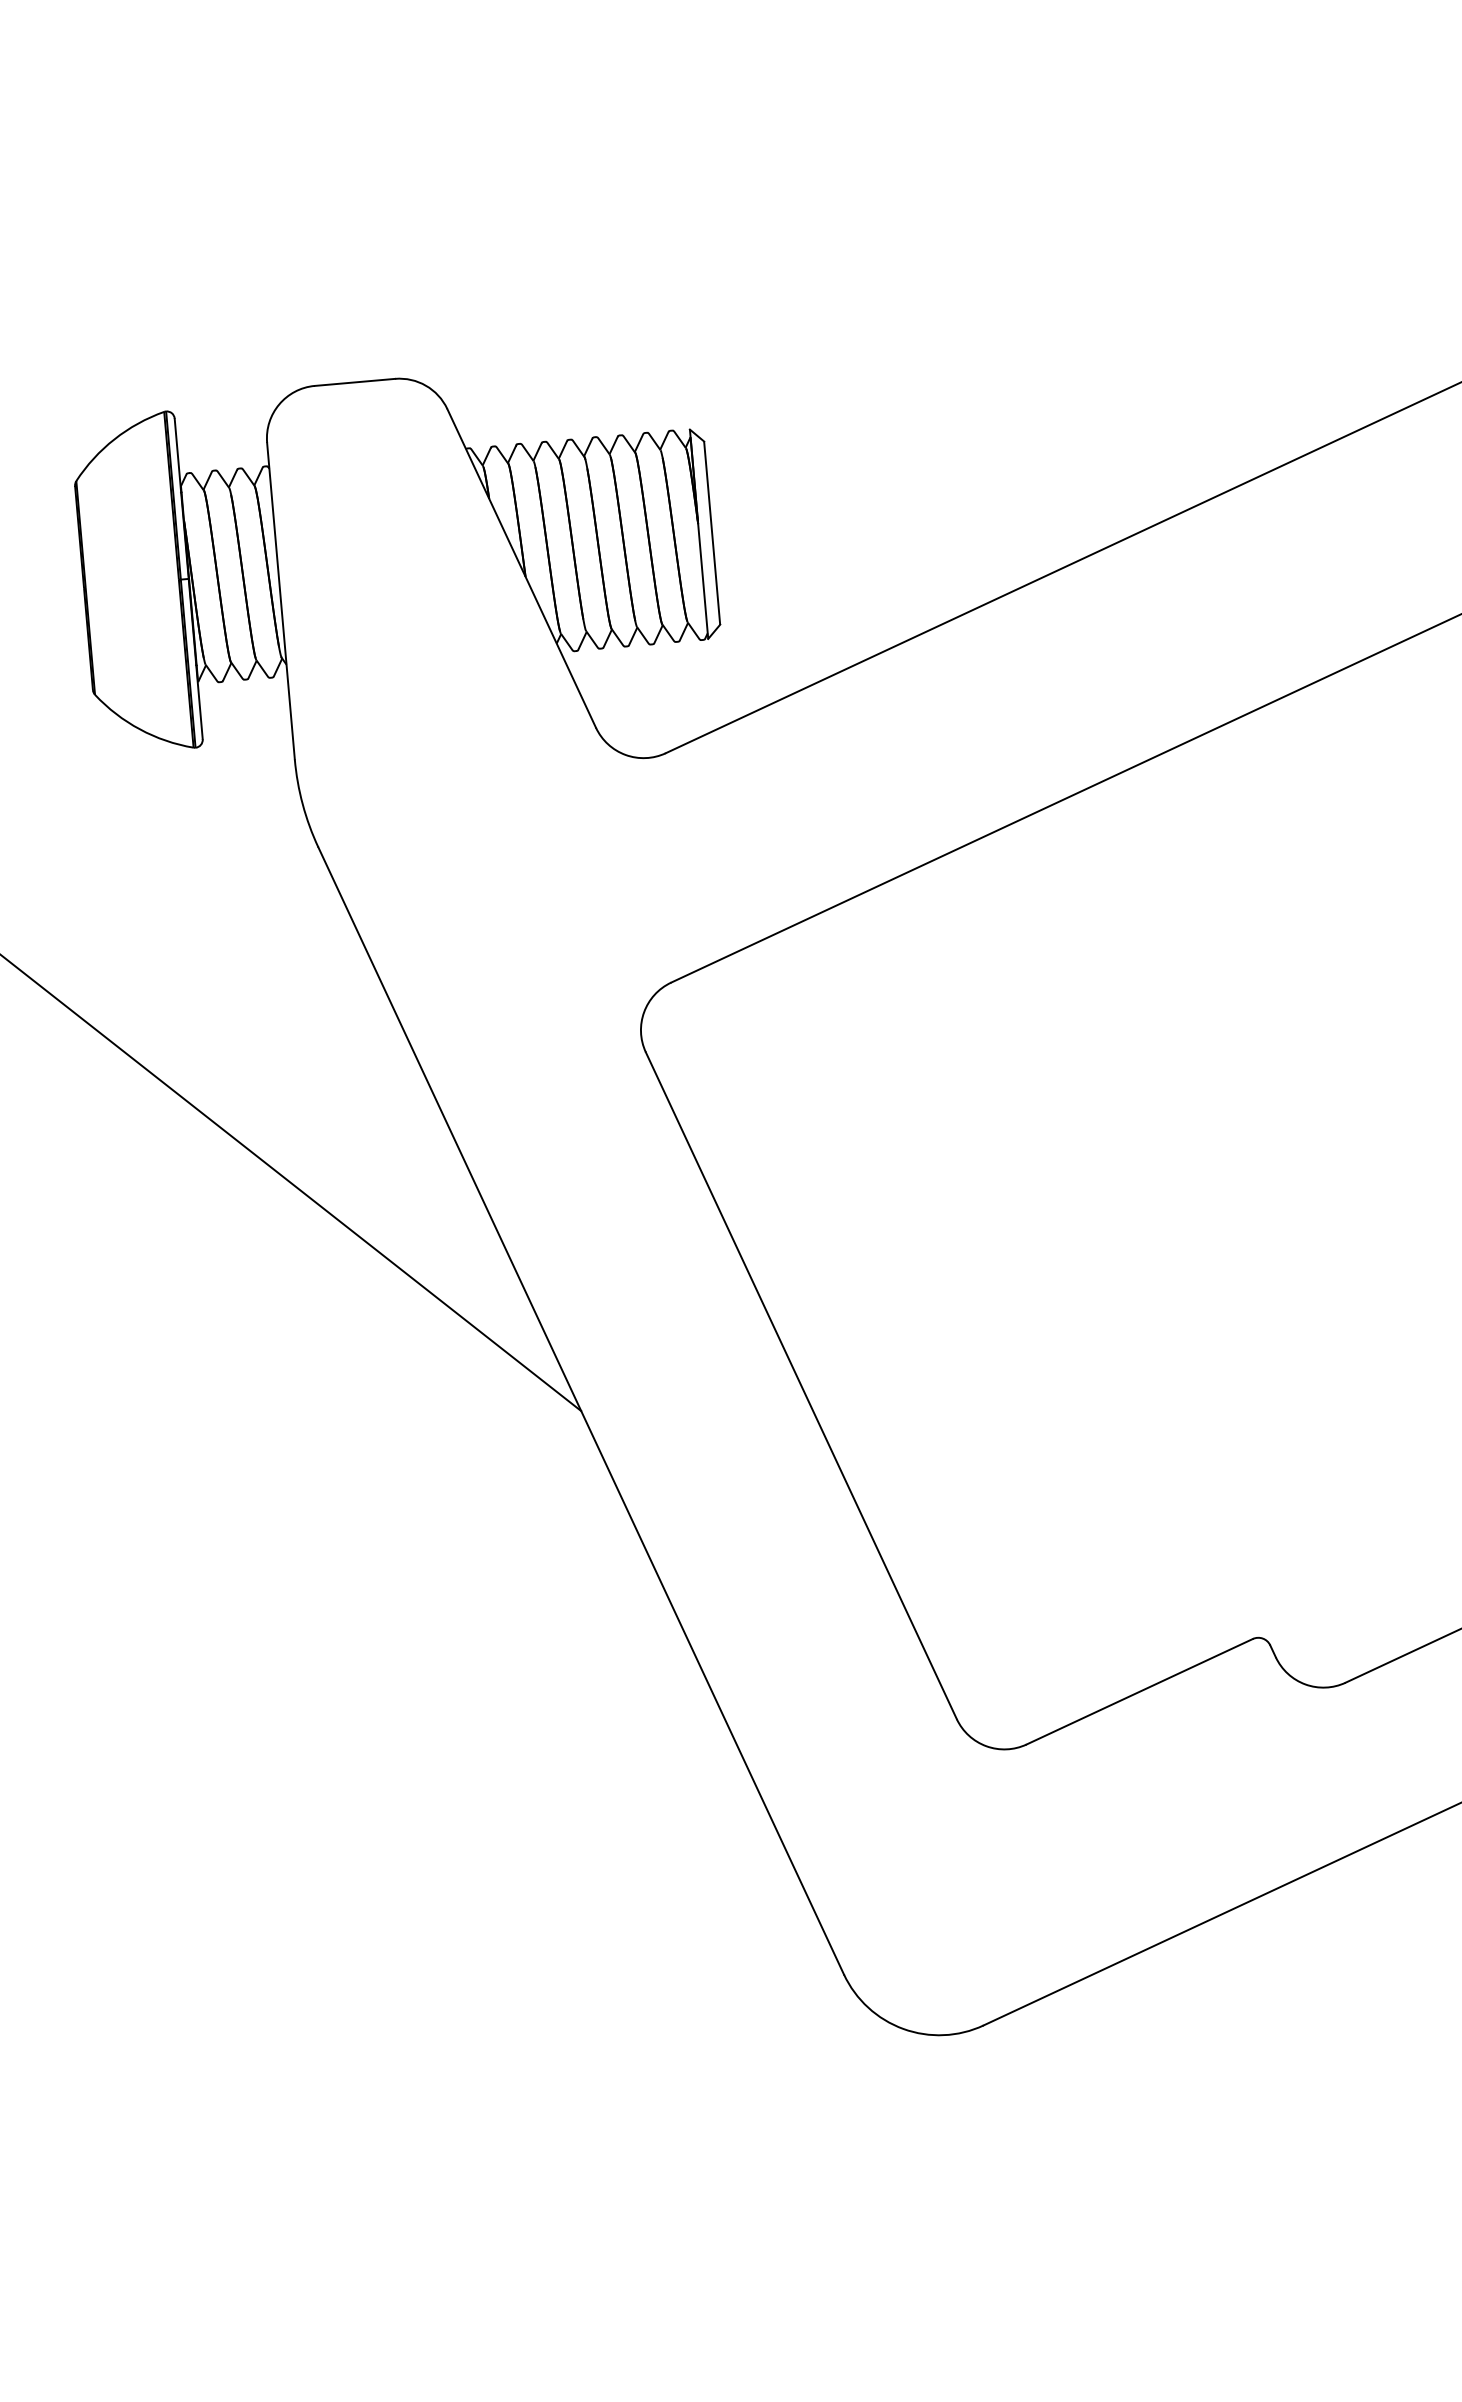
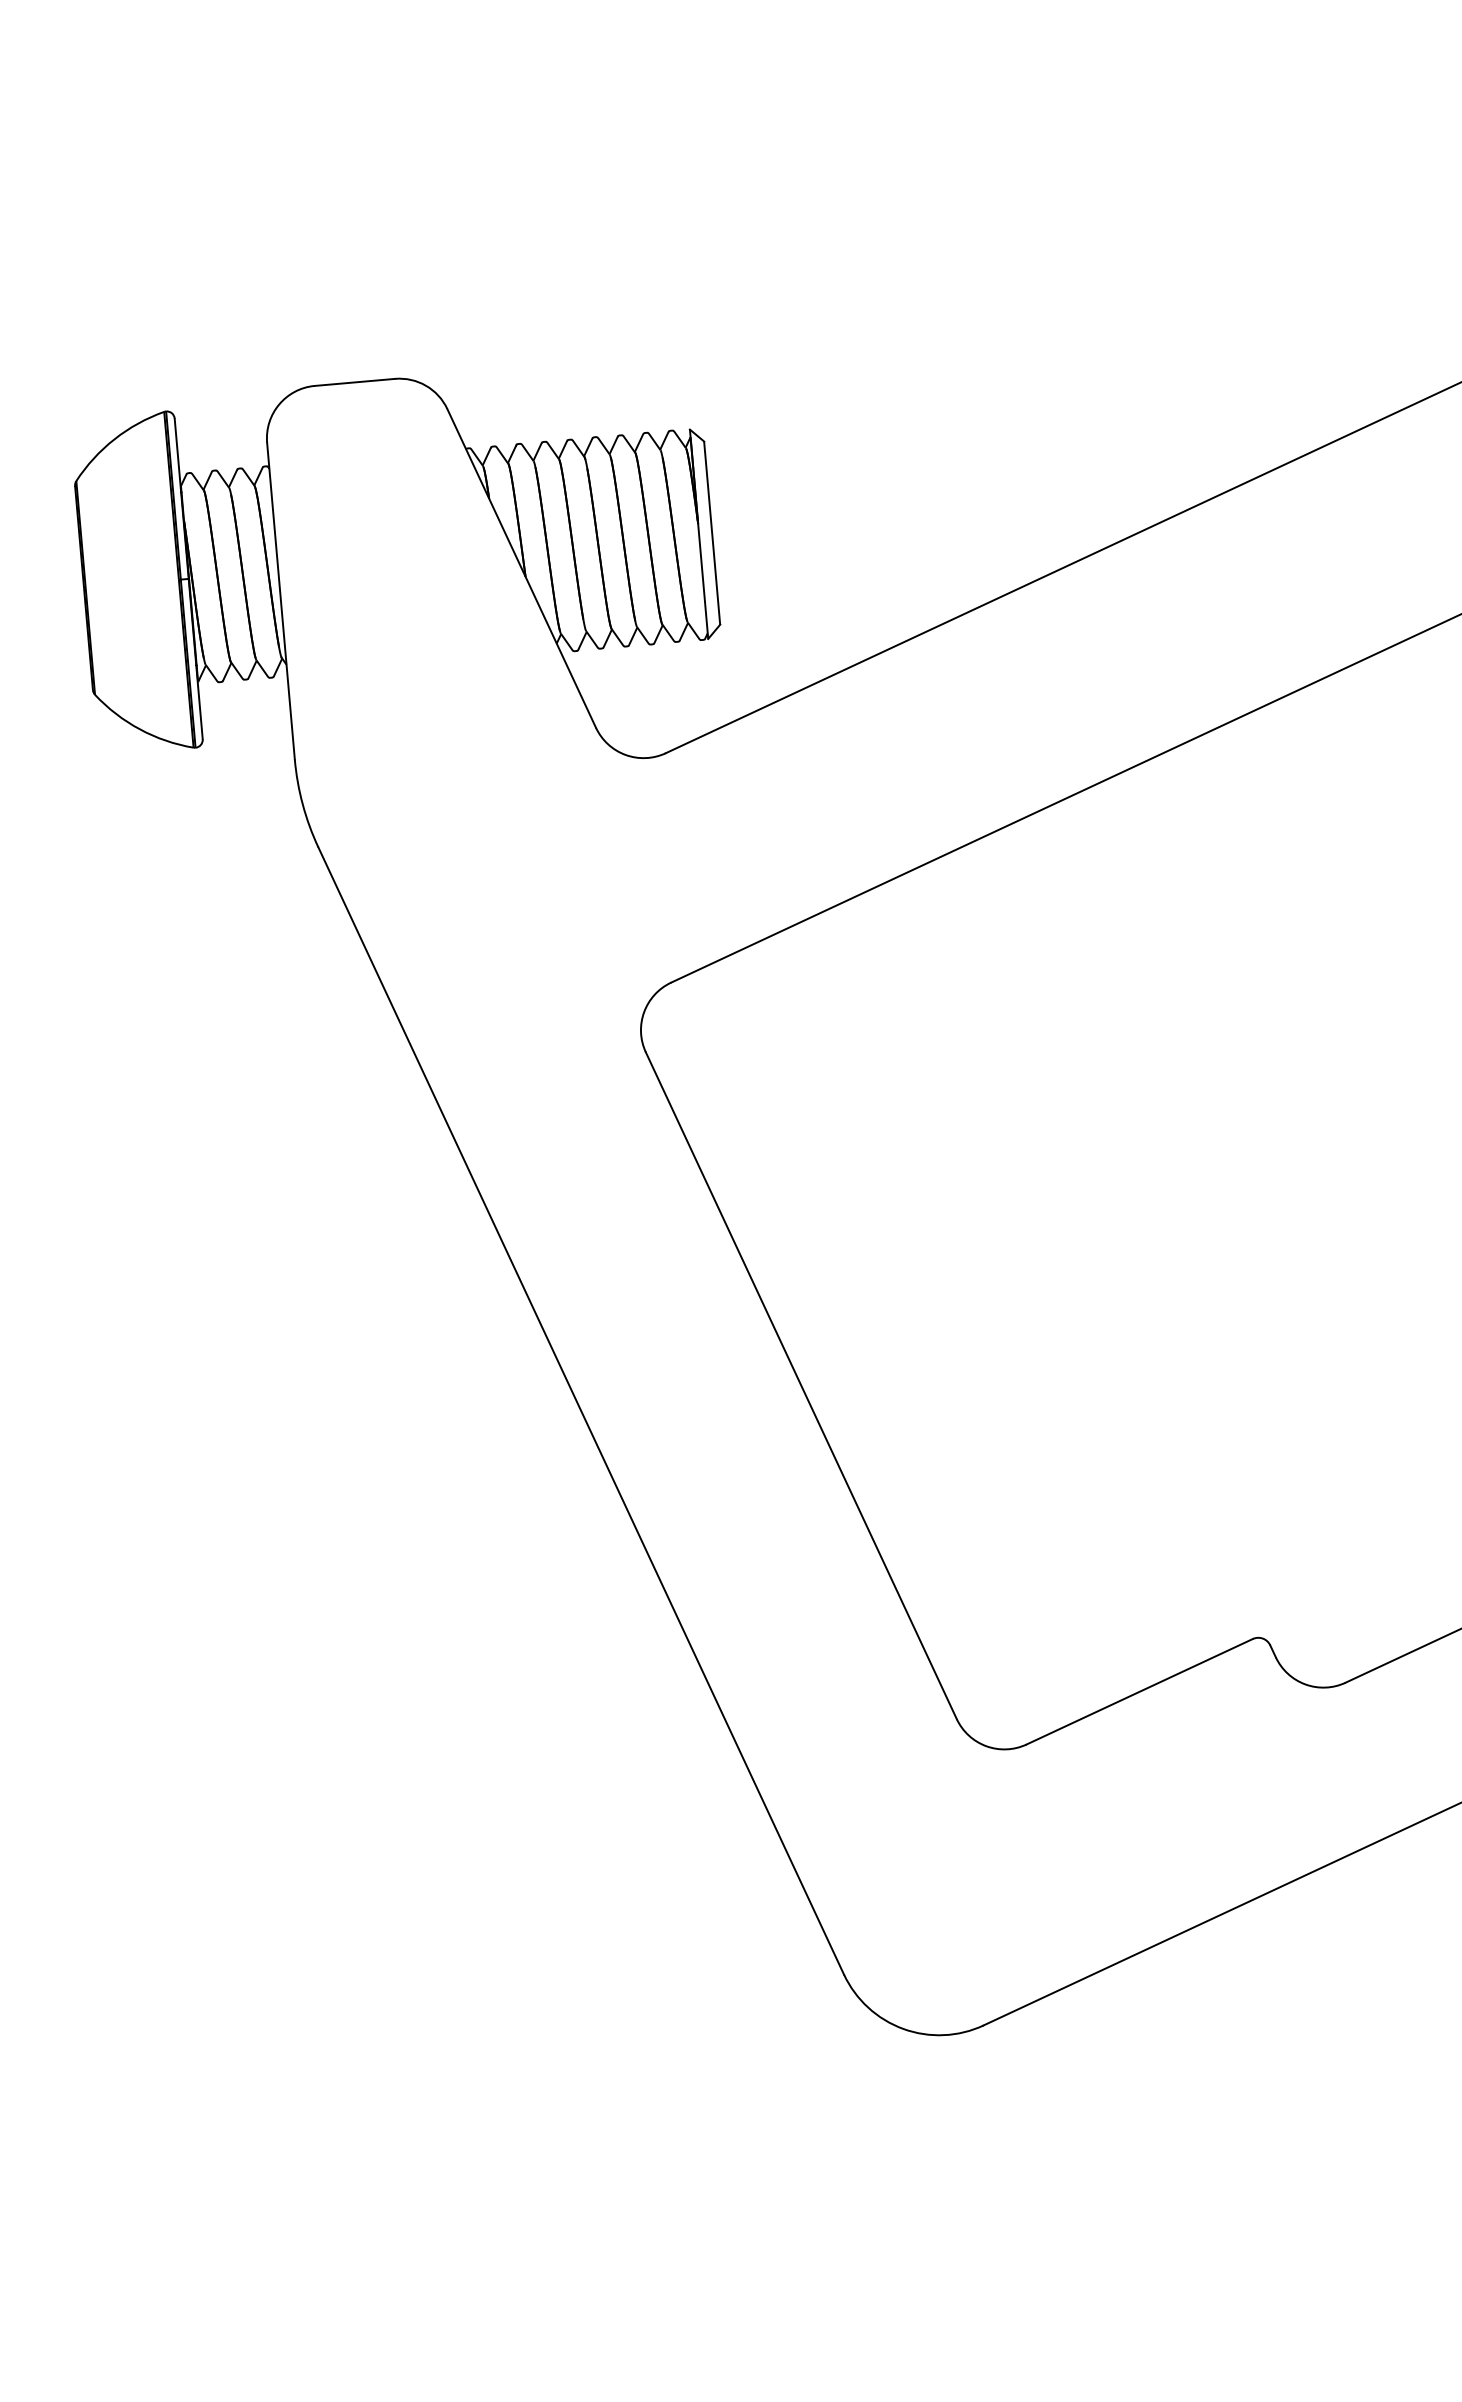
line at (291, 1183): present -> none
